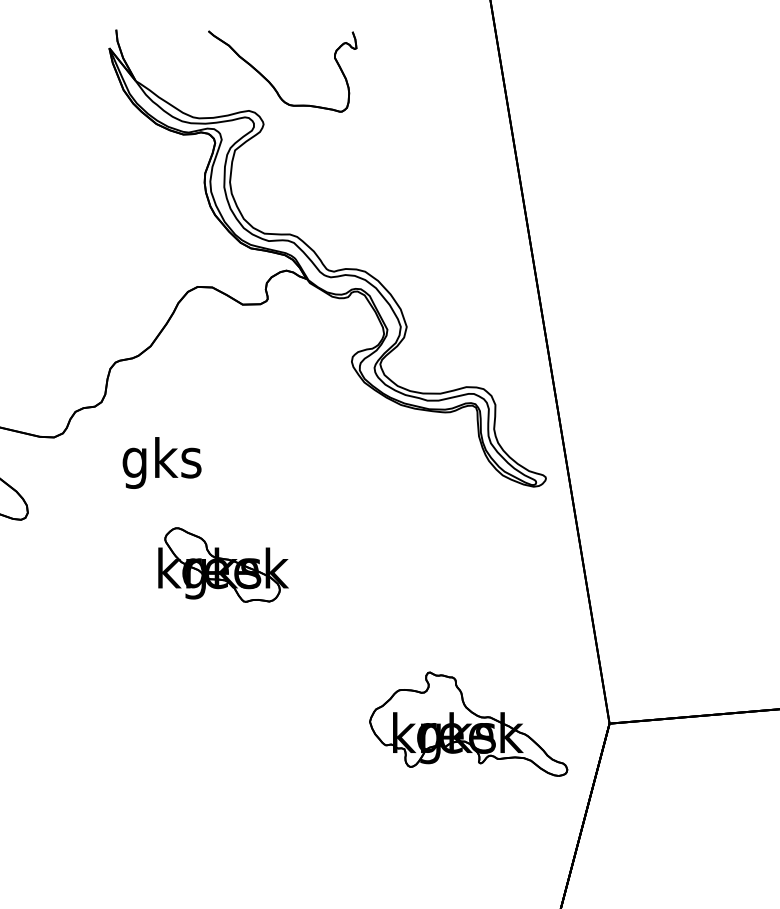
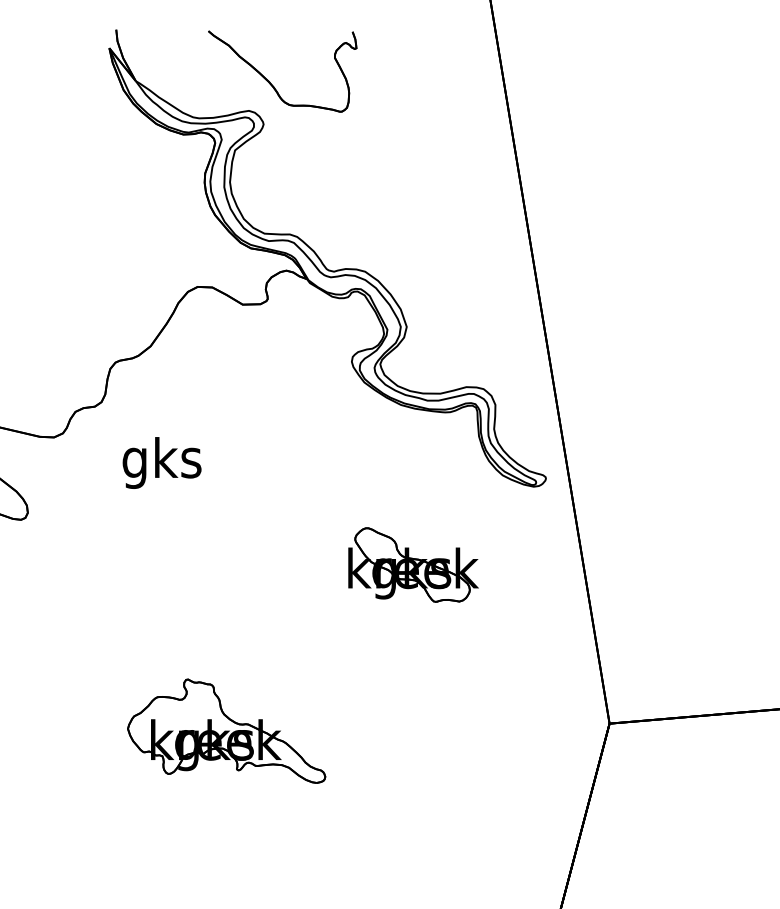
part at (223, 564) position: (223, 564) -> (413, 564)
part at (468, 723) position: (468, 723) -> (226, 730)
